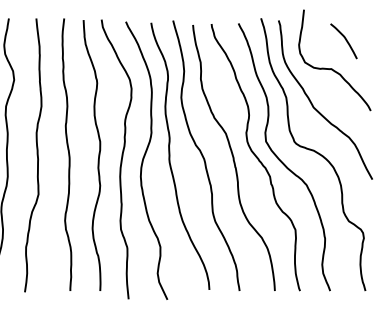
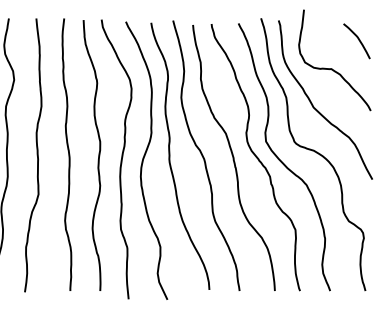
curve at (345, 40) position: (345, 40) -> (358, 40)
